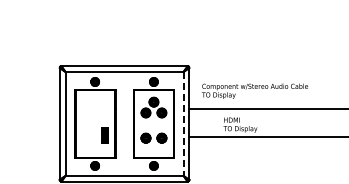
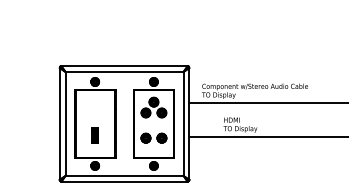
line at (267, 108) position: (267, 108) -> (267, 102)
line at (183, 123): dashed -> solid
part at (104, 135) position: (104, 135) -> (94, 135)
